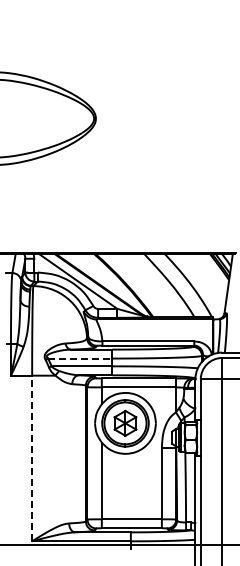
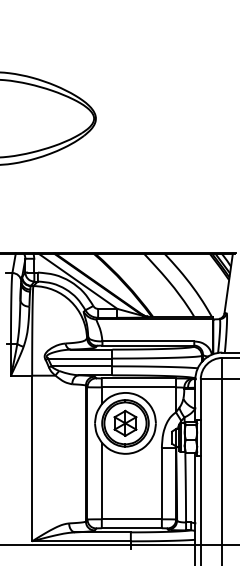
line at (80, 358): dashed -> solid
line at (32, 458): dashed -> solid
